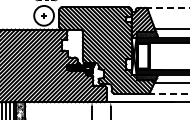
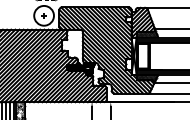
line at (167, 7): dashed -> solid
line at (168, 93): dashed -> solid
